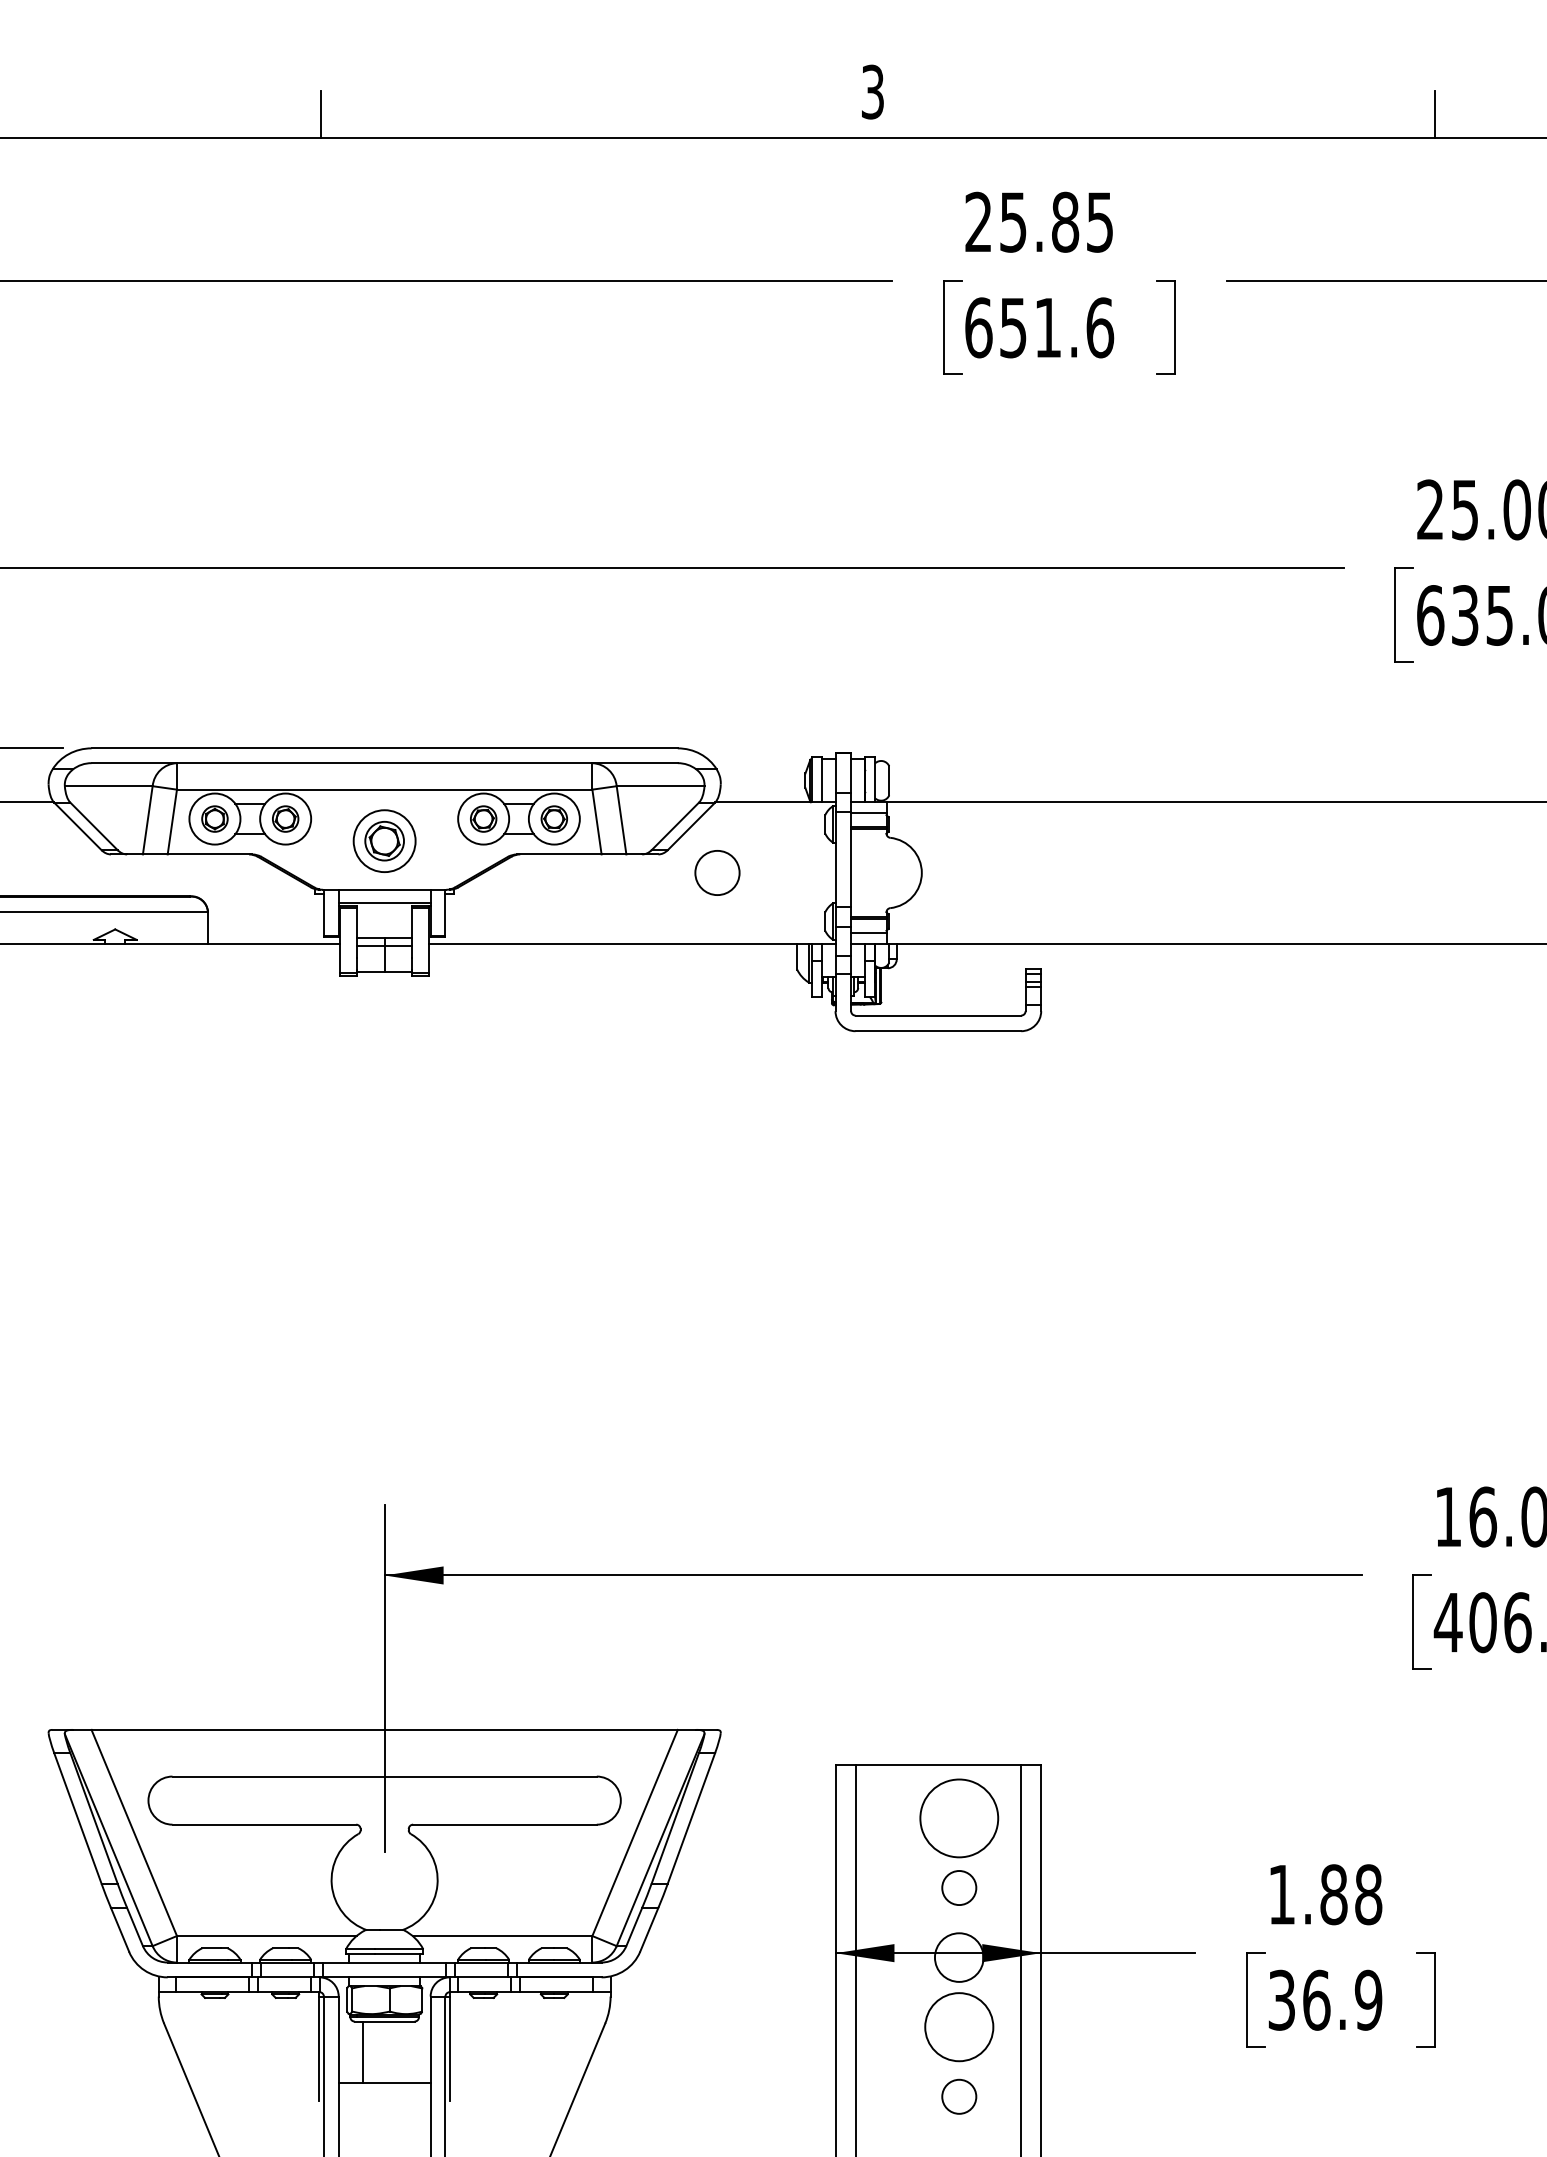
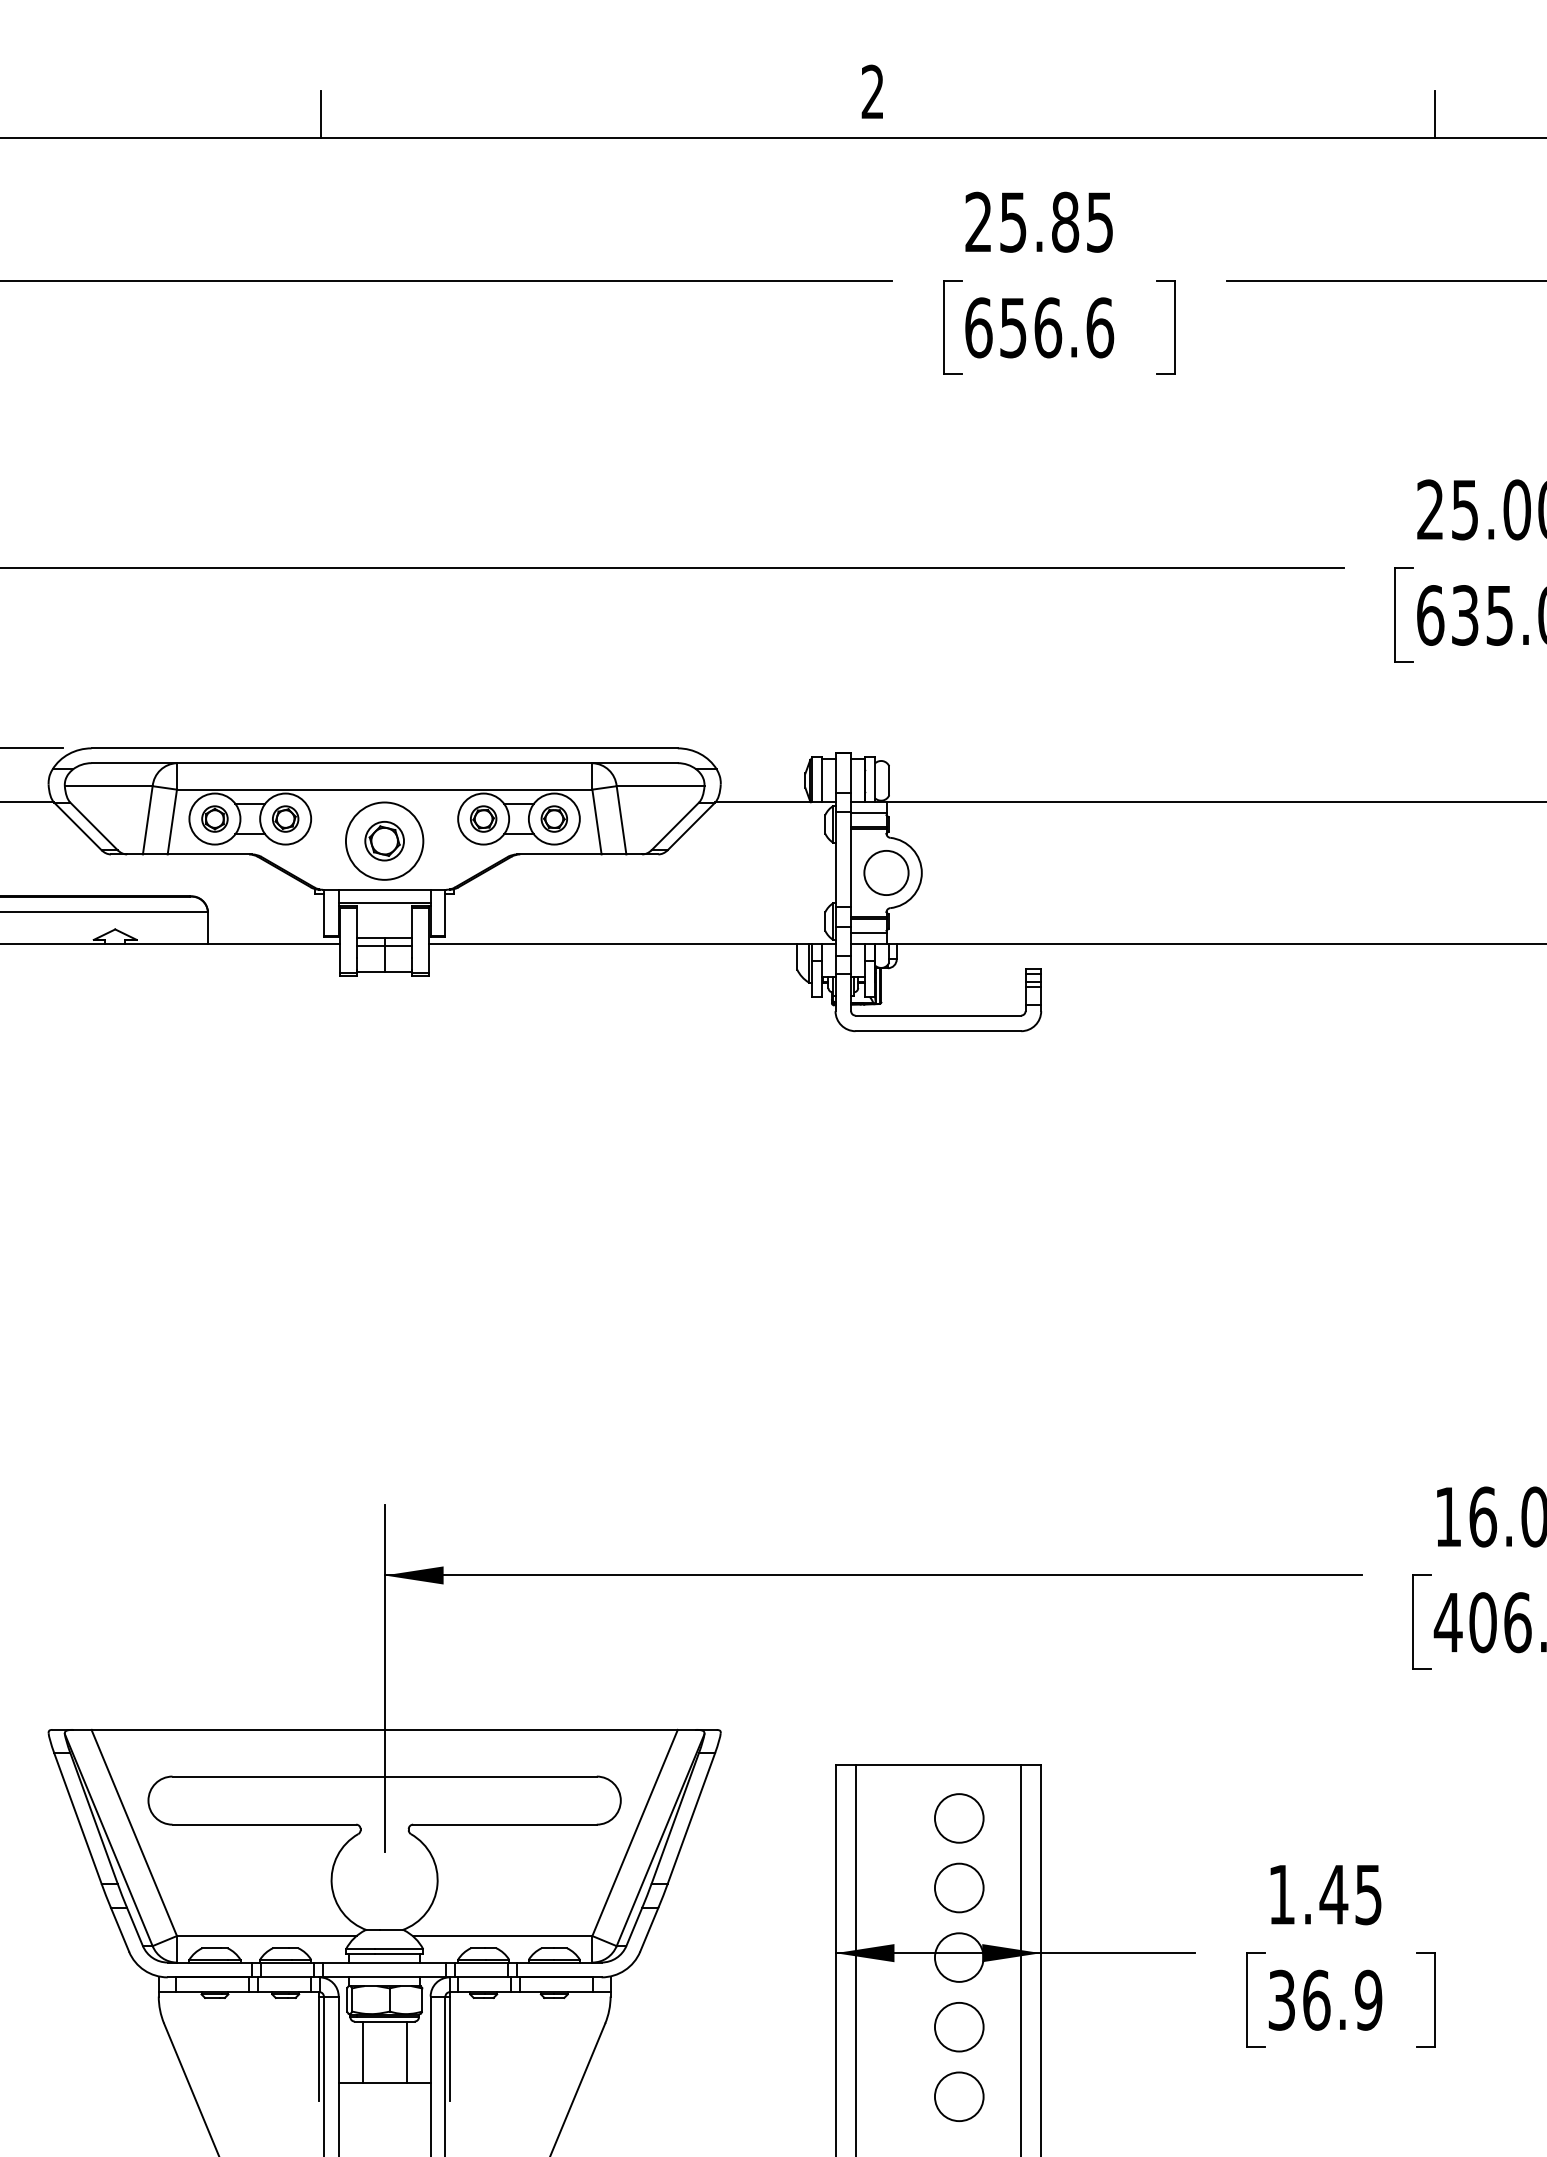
text at (872, 91): 3 -> 2
text at (1048, 327): 651.6 -> 656.6
circle at (384, 841) diameter: 62 px -> 77 px
circle at (717, 872) position: (717, 872) -> (886, 872)
circle at (959, 1818) diameter: 78 px -> 49 px
circle at (959, 1888) diameter: 34 px -> 49 px
text at (1350, 1894): 1.88 -> 1.45
circle at (959, 2027) diameter: 68 px -> 49 px
line at (406, 2052): none -> present
circle at (959, 2096) diameter: 34 px -> 49 px
